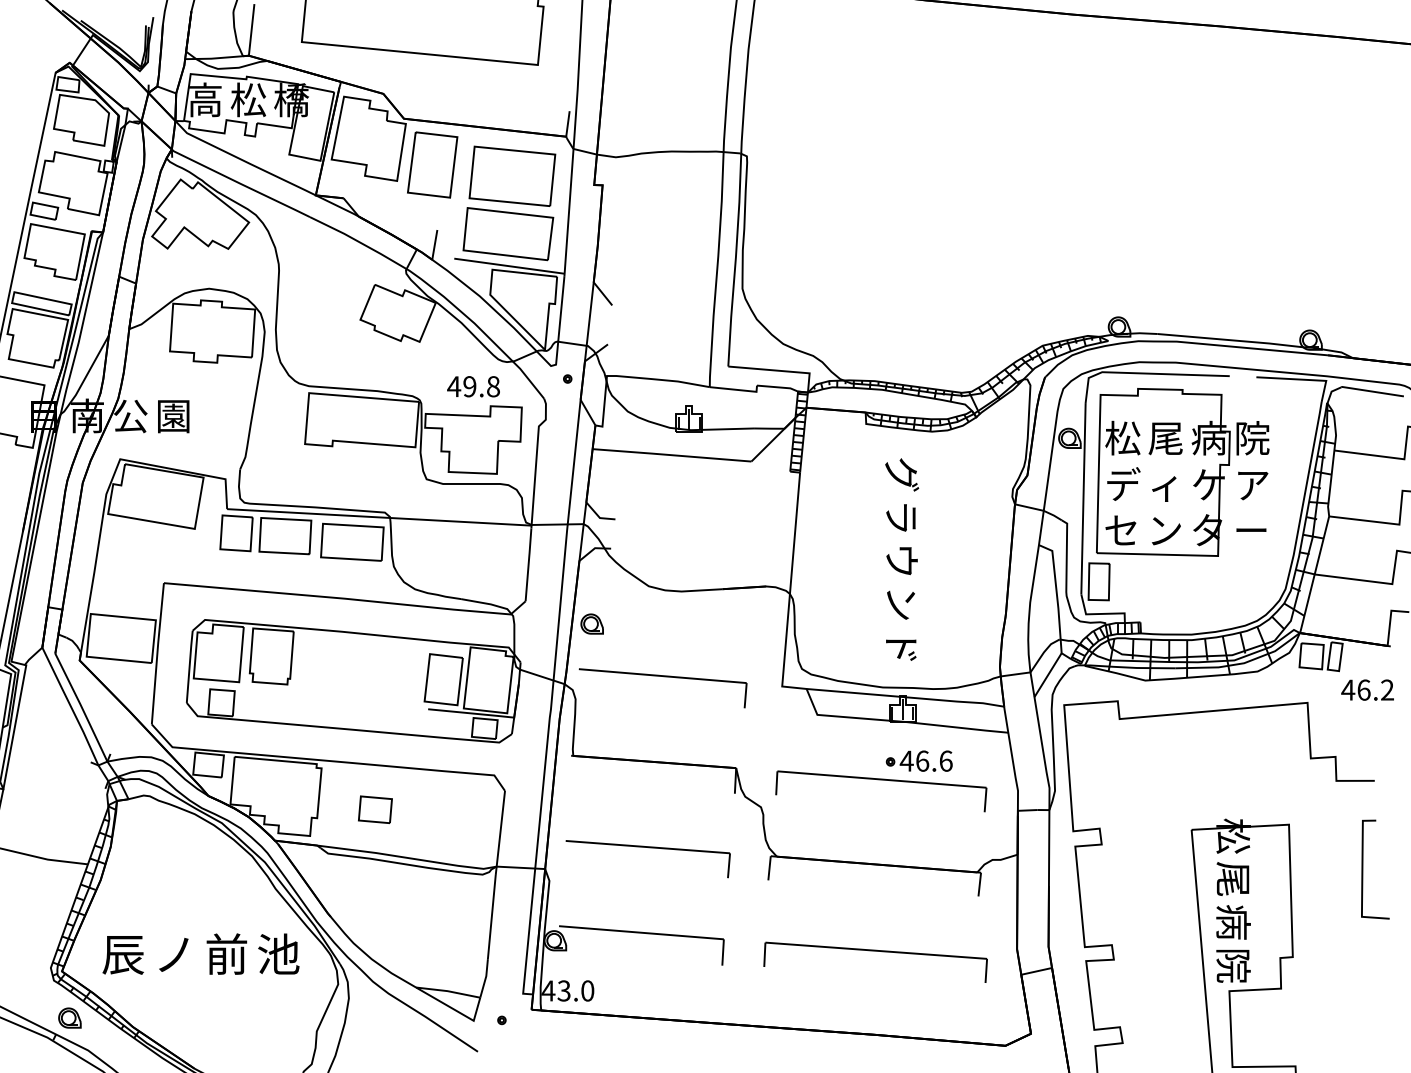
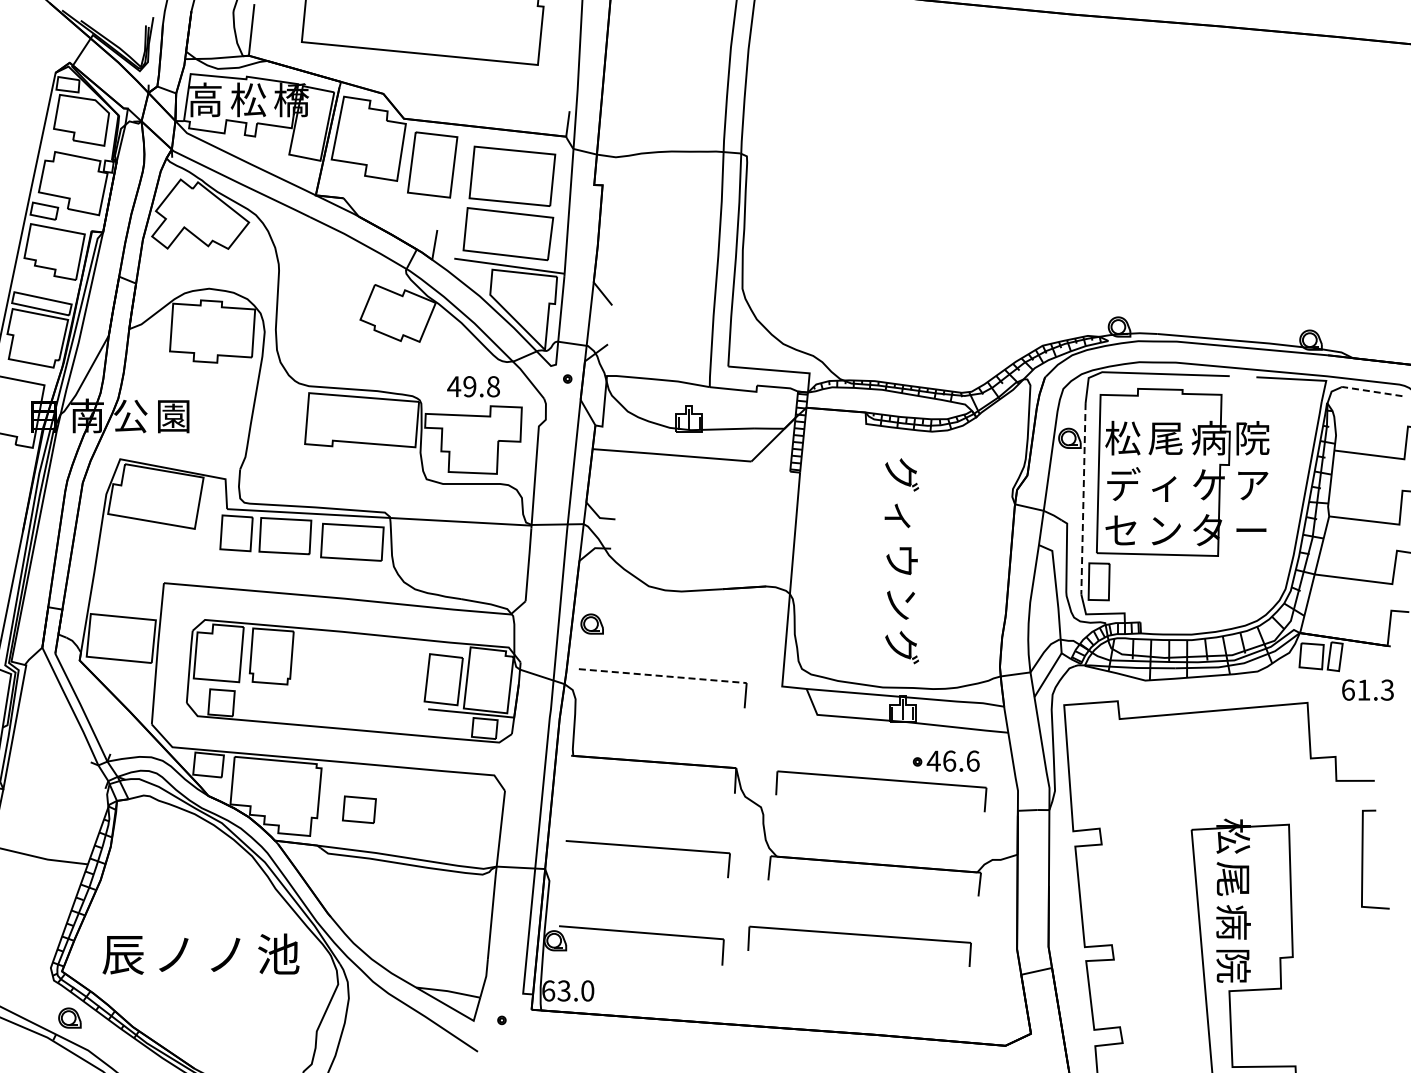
line at (1372, 391): solid -> dashed
line at (1083, 498): solid -> dashed
text at (899, 517): ラ -> ィ
text at (902, 647): ド -> グ
line at (663, 676): solid -> dashed
text at (1367, 689): 46.2 -> 61.3
part at (918, 760) position: (918, 760) -> (945, 760)
part at (375, 809) position: (375, 809) -> (359, 809)
line at (1363, 869) position: (1363, 869) -> (1363, 859)
part at (875, 951) position: (875, 951) -> (859, 935)
text at (226, 953): 前 -> ノ
text at (548, 990): 43.0 -> 63.0
